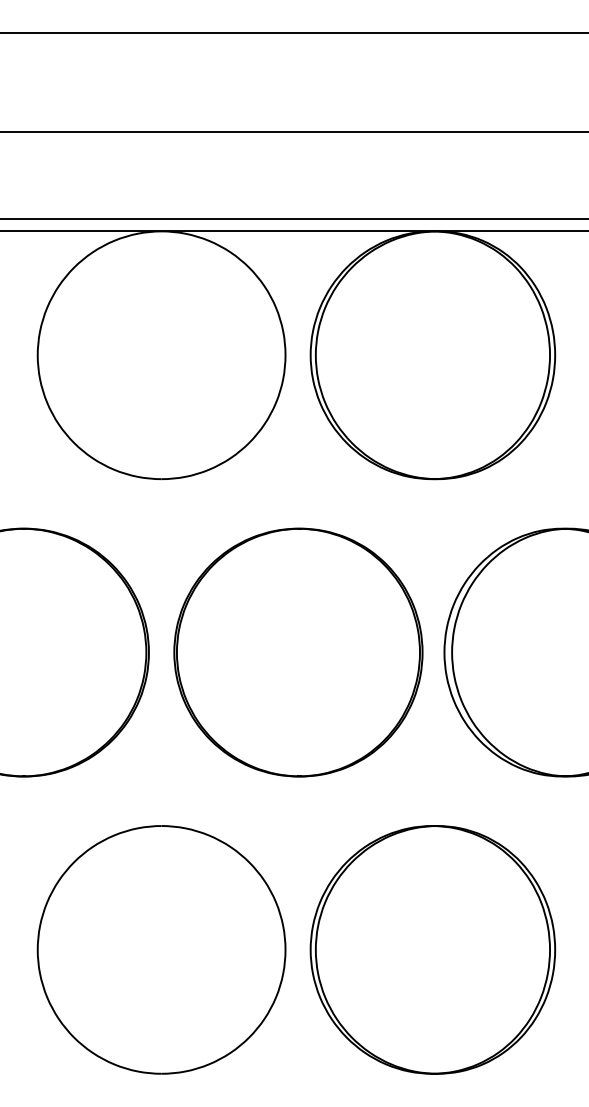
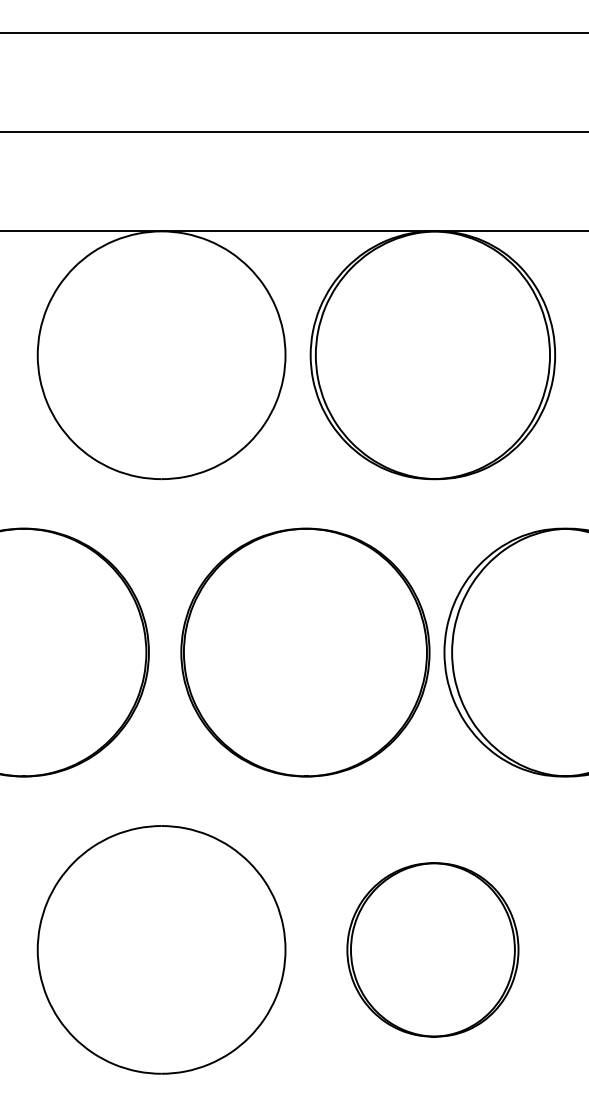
line at (293, 219): present -> none
part at (298, 652) position: (298, 652) -> (305, 652)
part at (432, 949) size: 248x250 px -> 174x176 px
